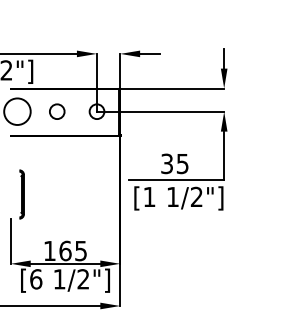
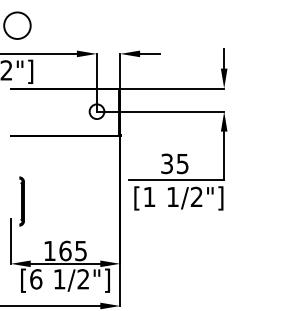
circle at (17, 111) position: (17, 111) -> (17, 25)
circle at (57, 111): present -> none
part at (21, 194) position: (21, 194) -> (21, 201)
